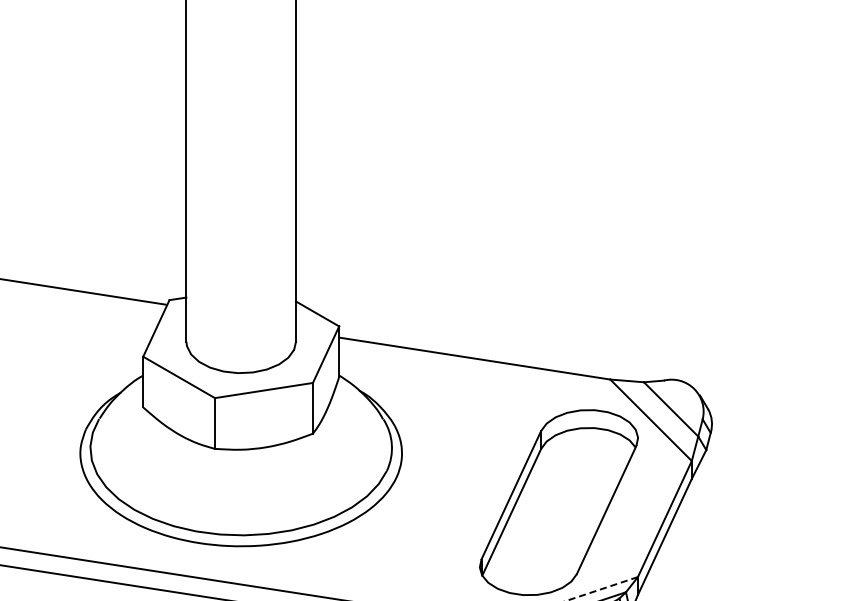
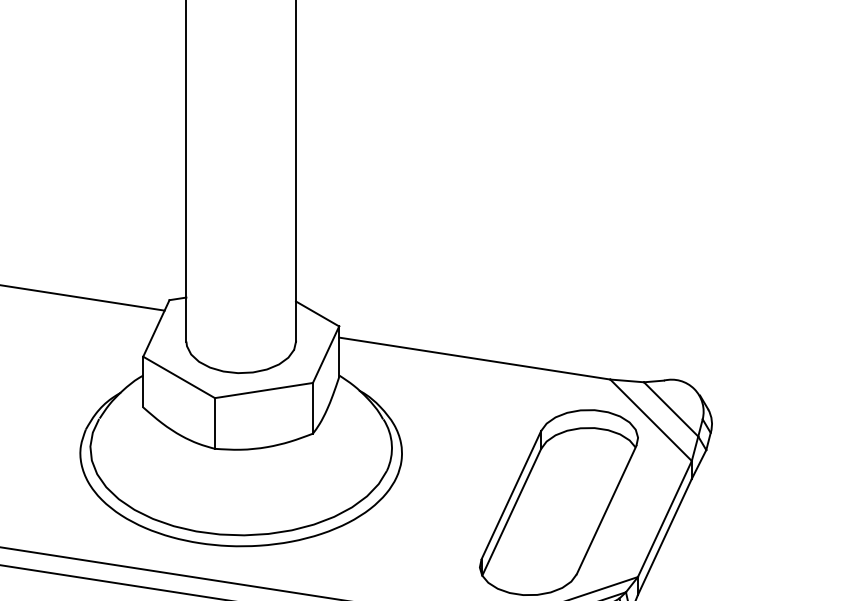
line at (83, 291) position: (83, 291) -> (83, 297)
line at (601, 589): dashed -> solid
